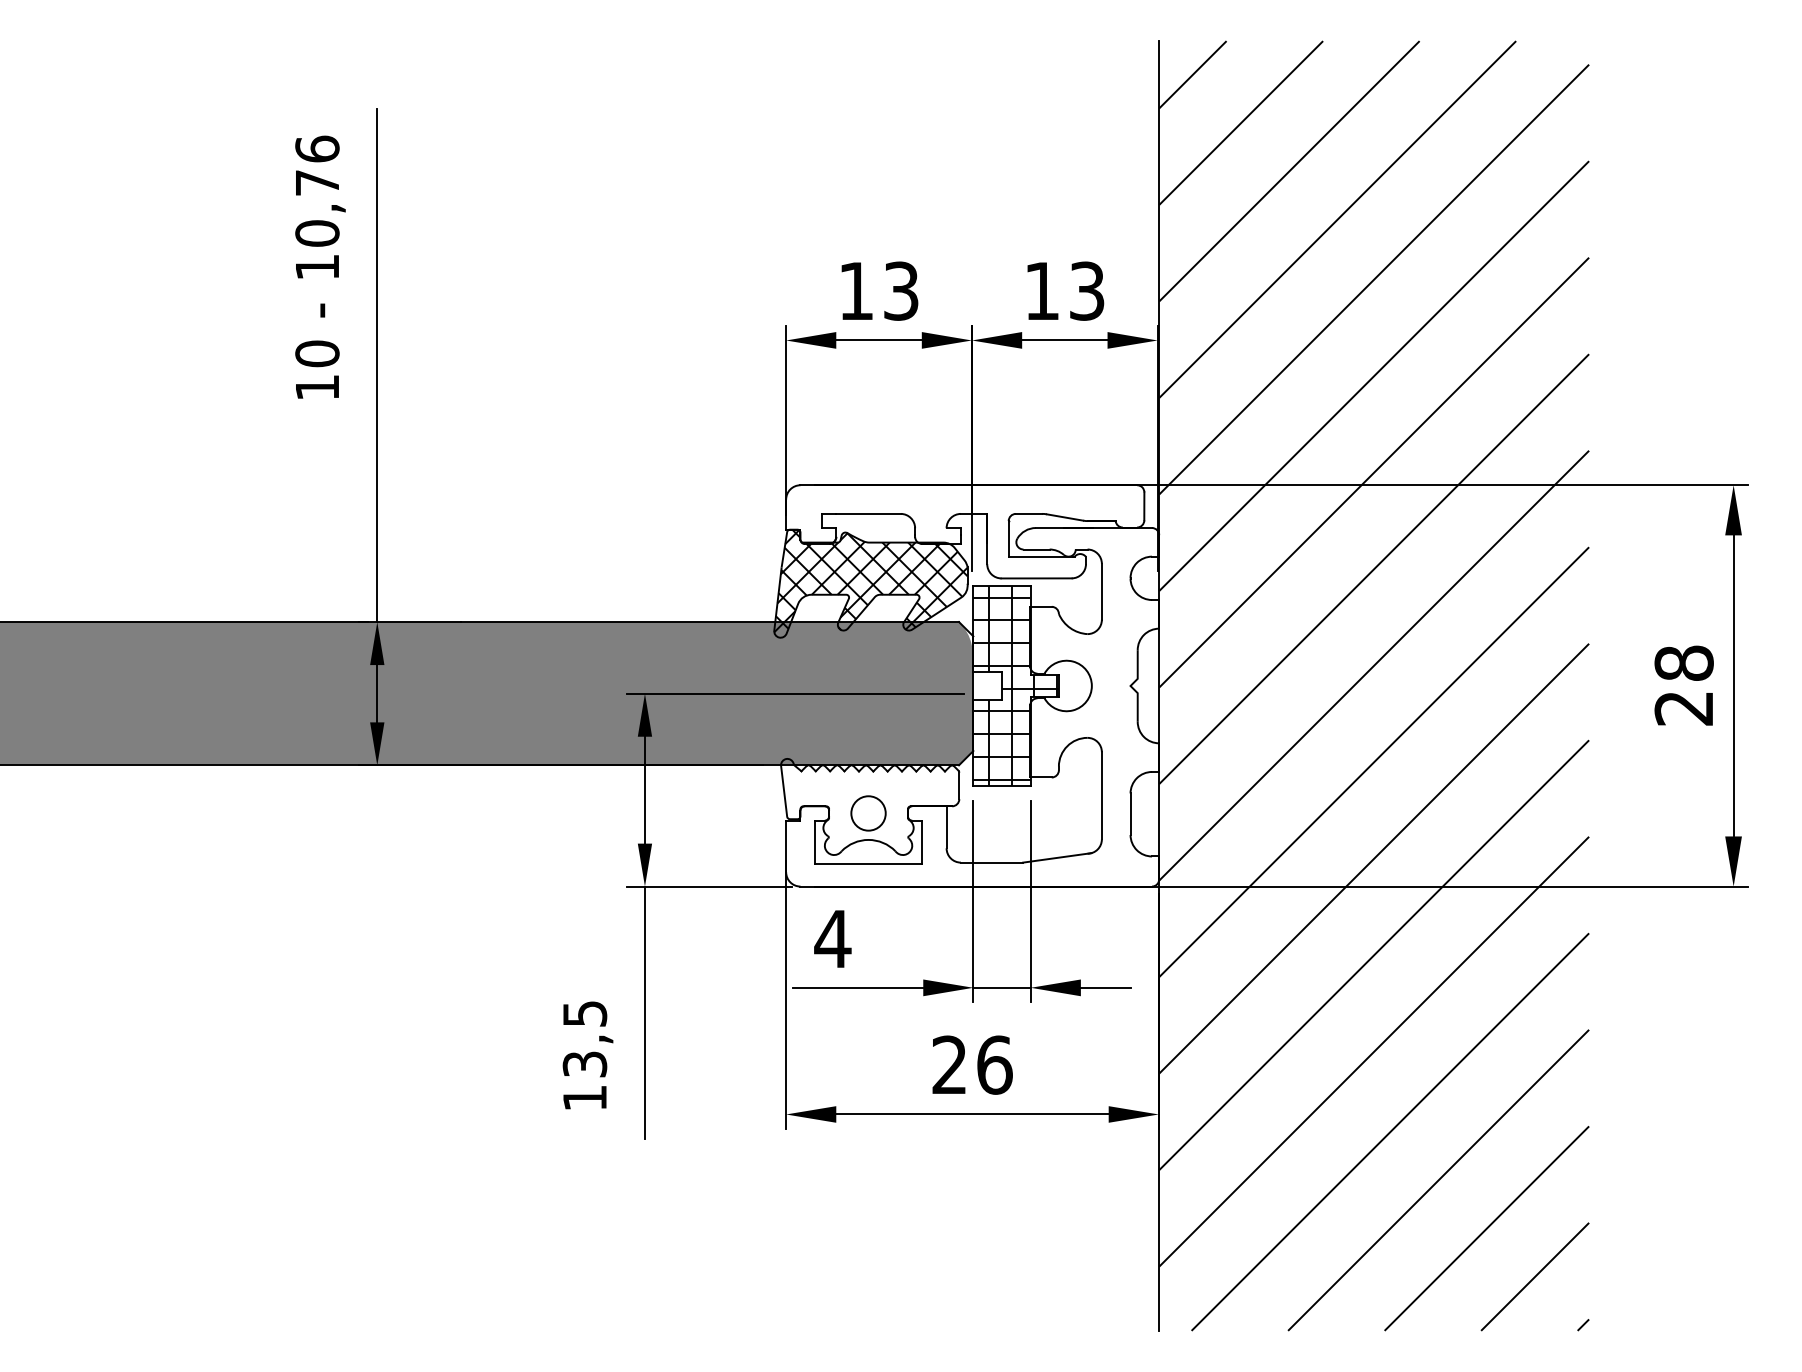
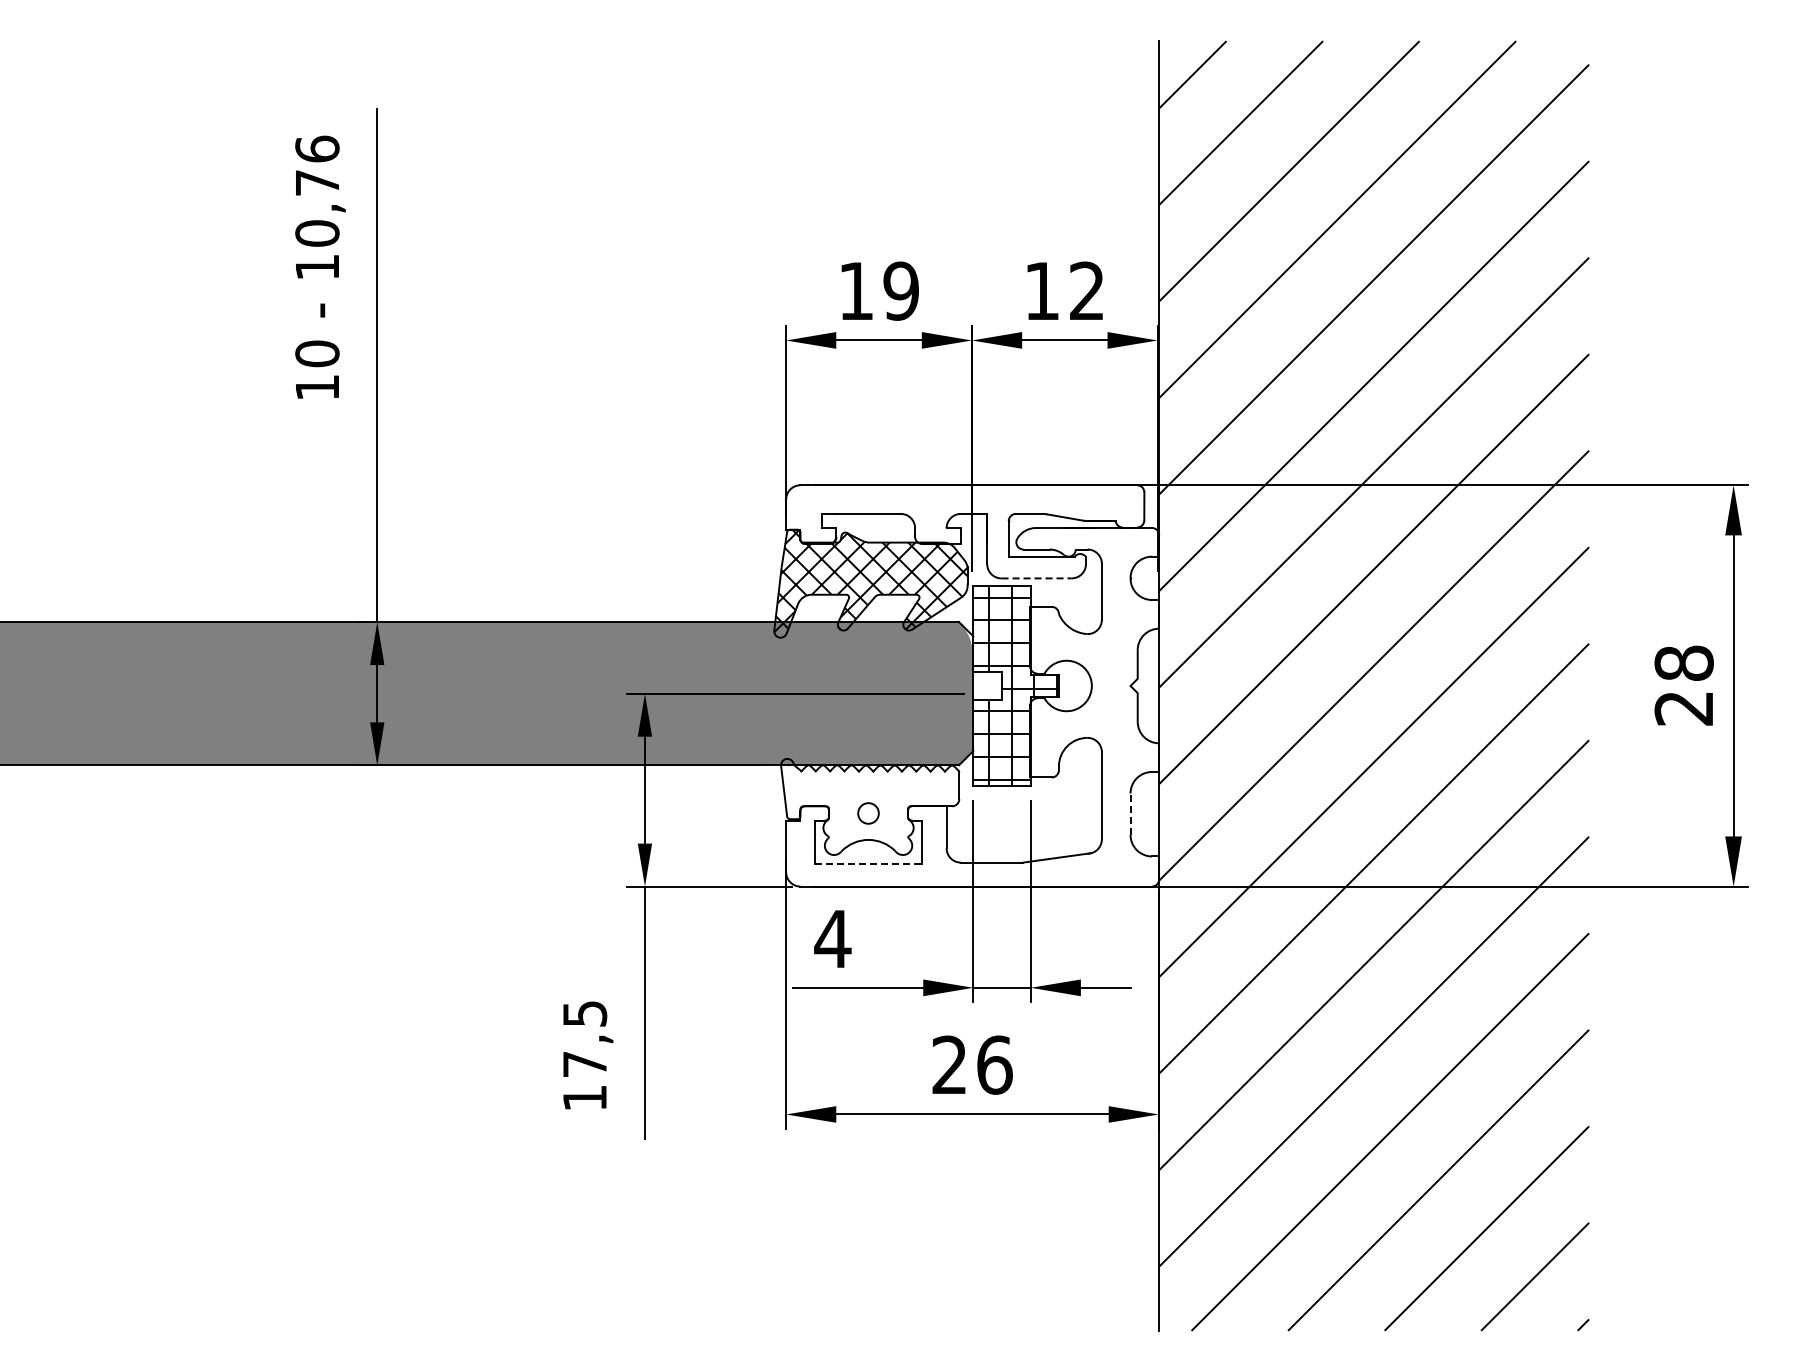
text at (900, 290): 13 -> 19
text at (1087, 290): 13 -> 12
line at (1037, 578): solid -> dashed
circle at (868, 813) size: 37x37 px -> 23x23 px
line at (1130, 814): solid -> dashed
line at (868, 863): solid -> dashed
text at (584, 1064): 13,5 -> 17,5
